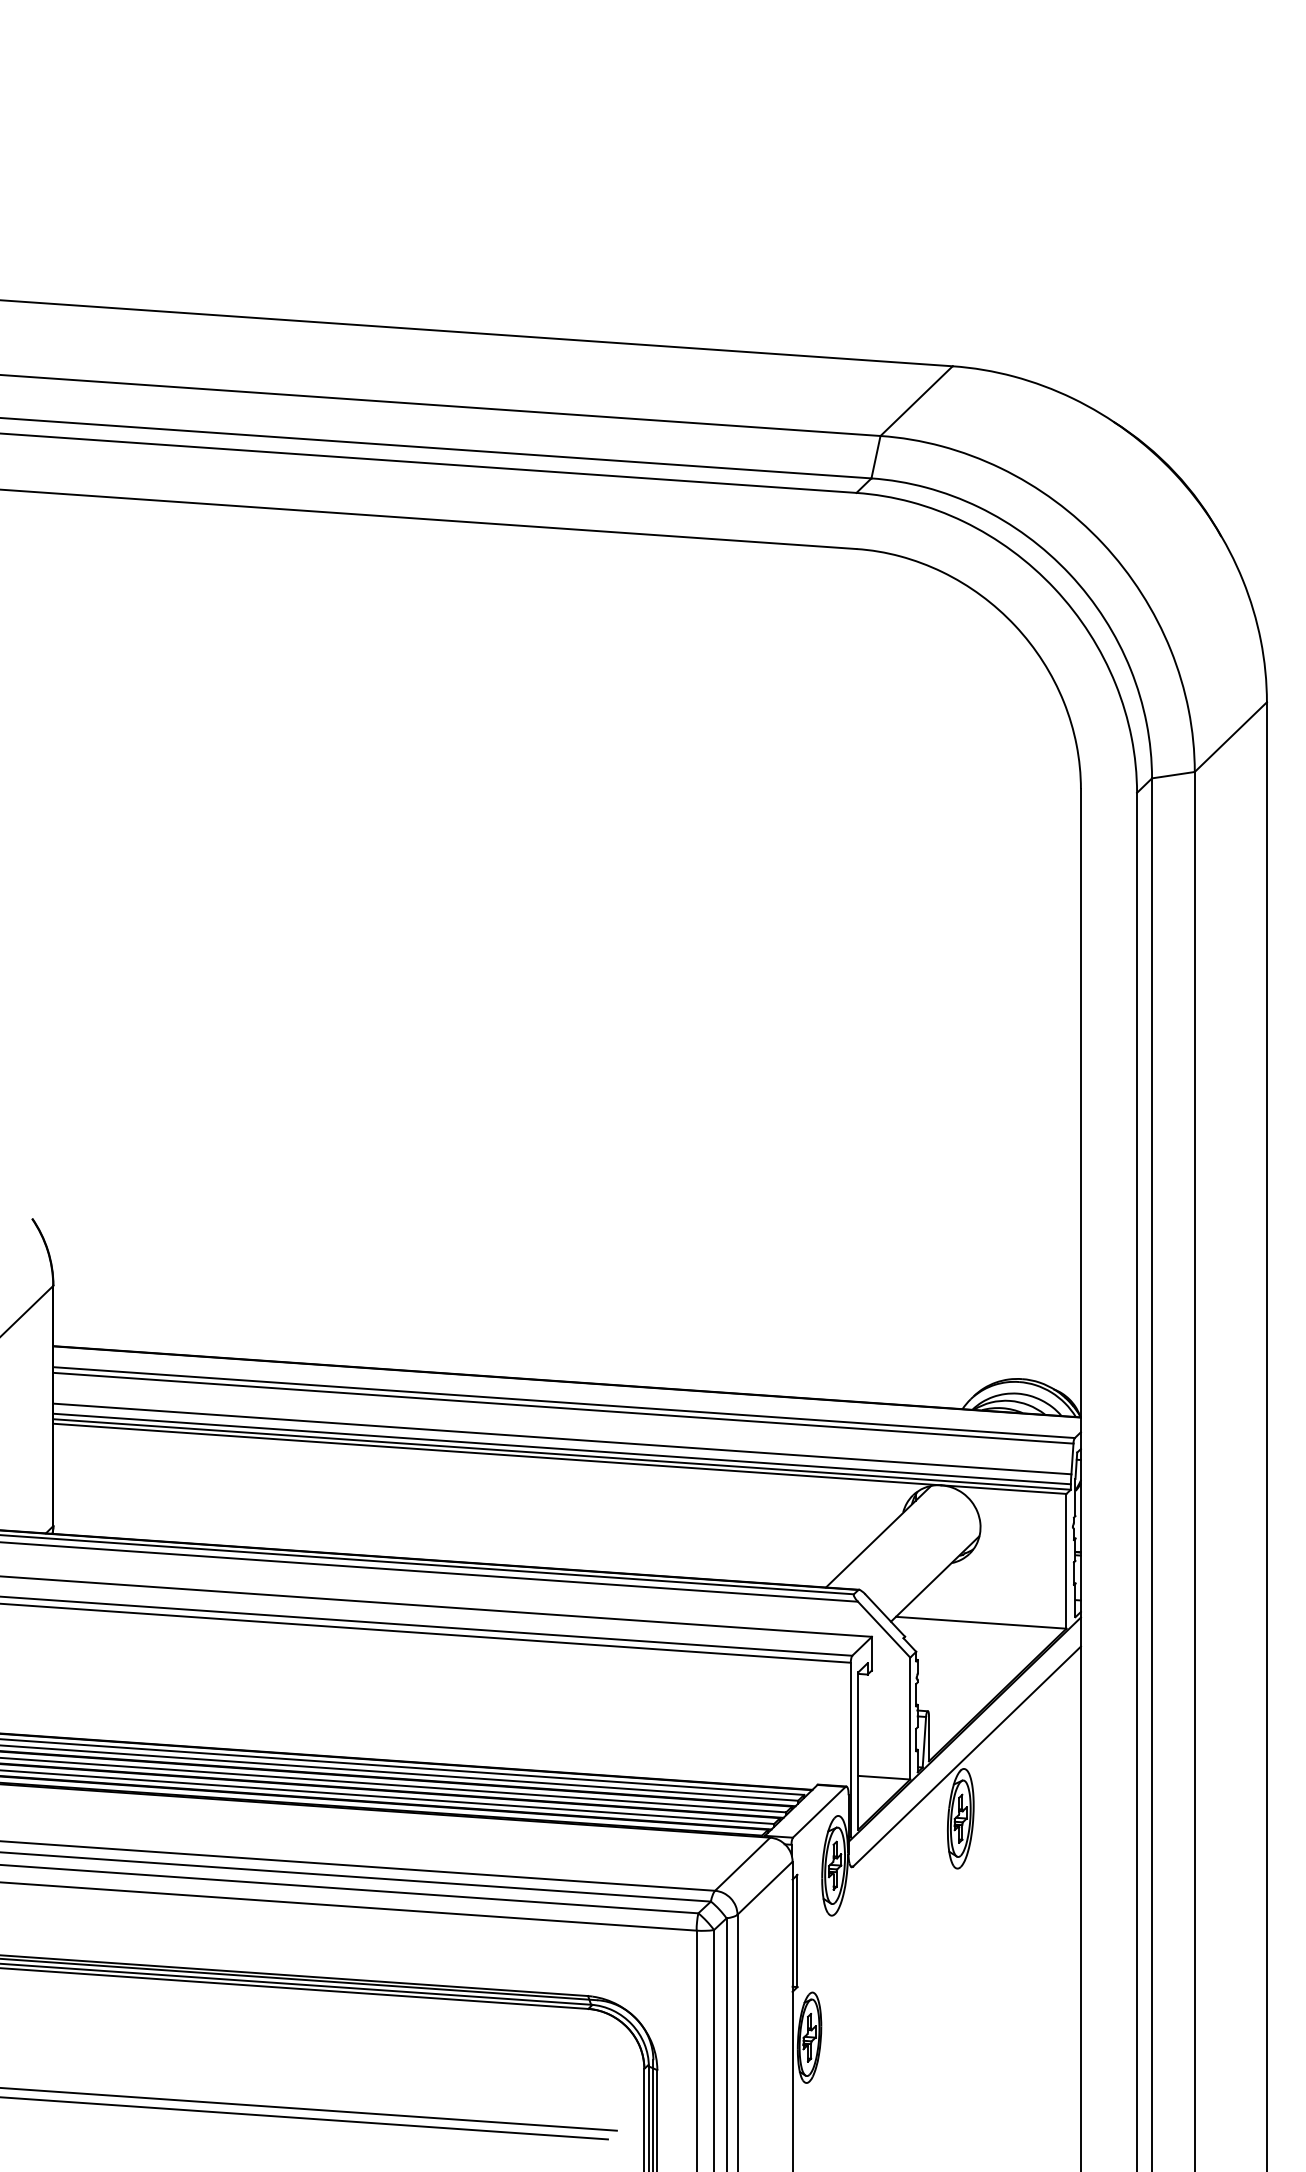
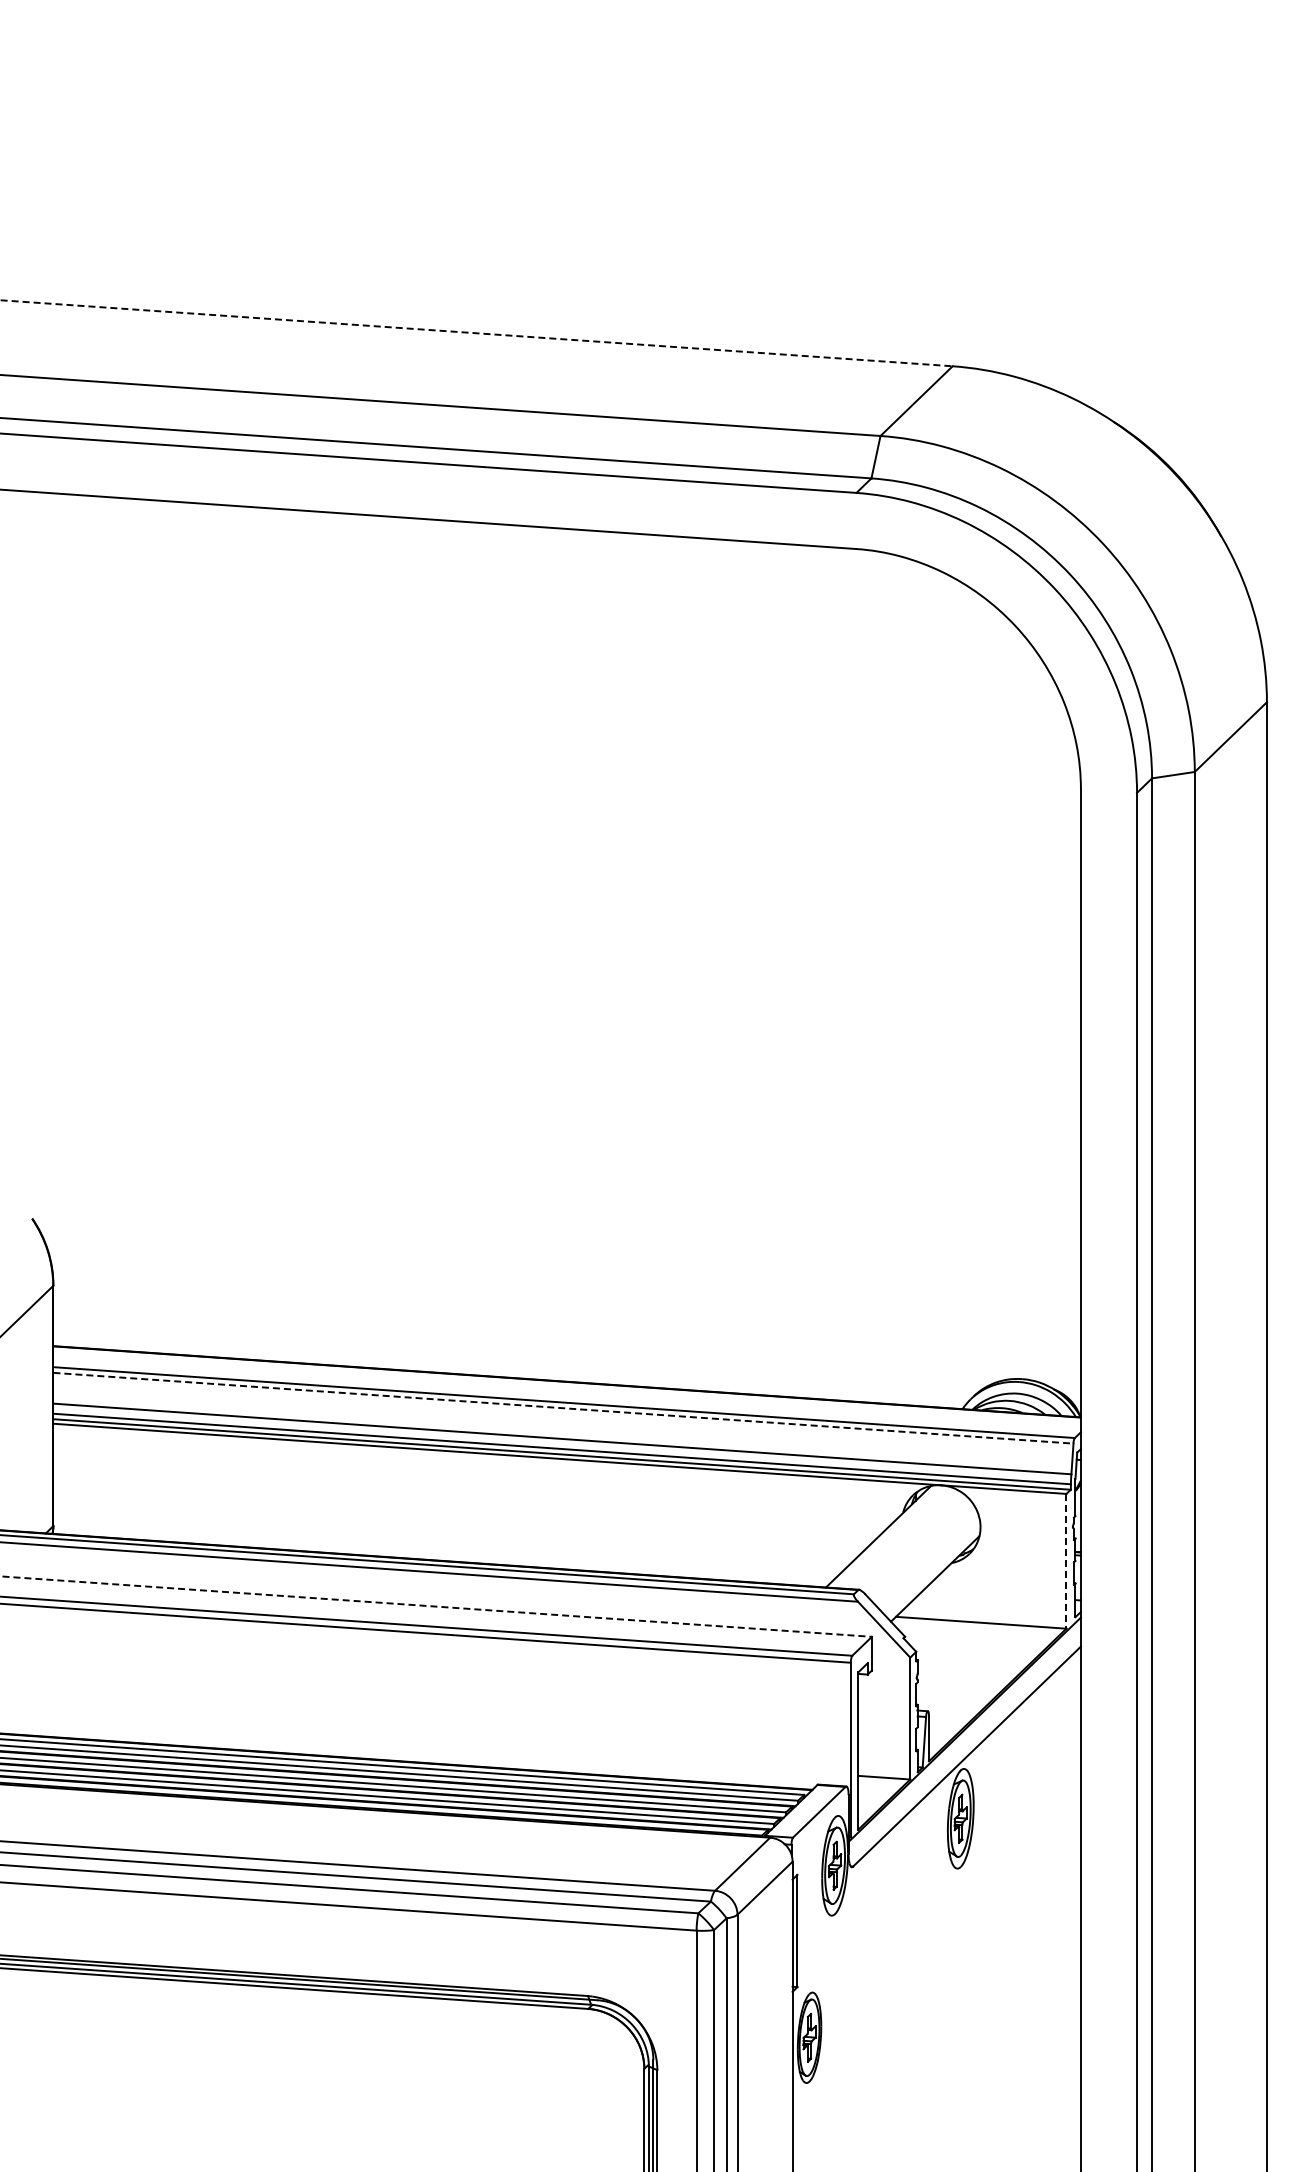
line at (476, 333): solid -> dashed
line at (563, 1408): solid -> dashed
line at (1066, 1561): solid -> dashed
line at (436, 1606): solid -> dashed
line at (309, 2109): present -> none
line at (304, 2118): present -> none
